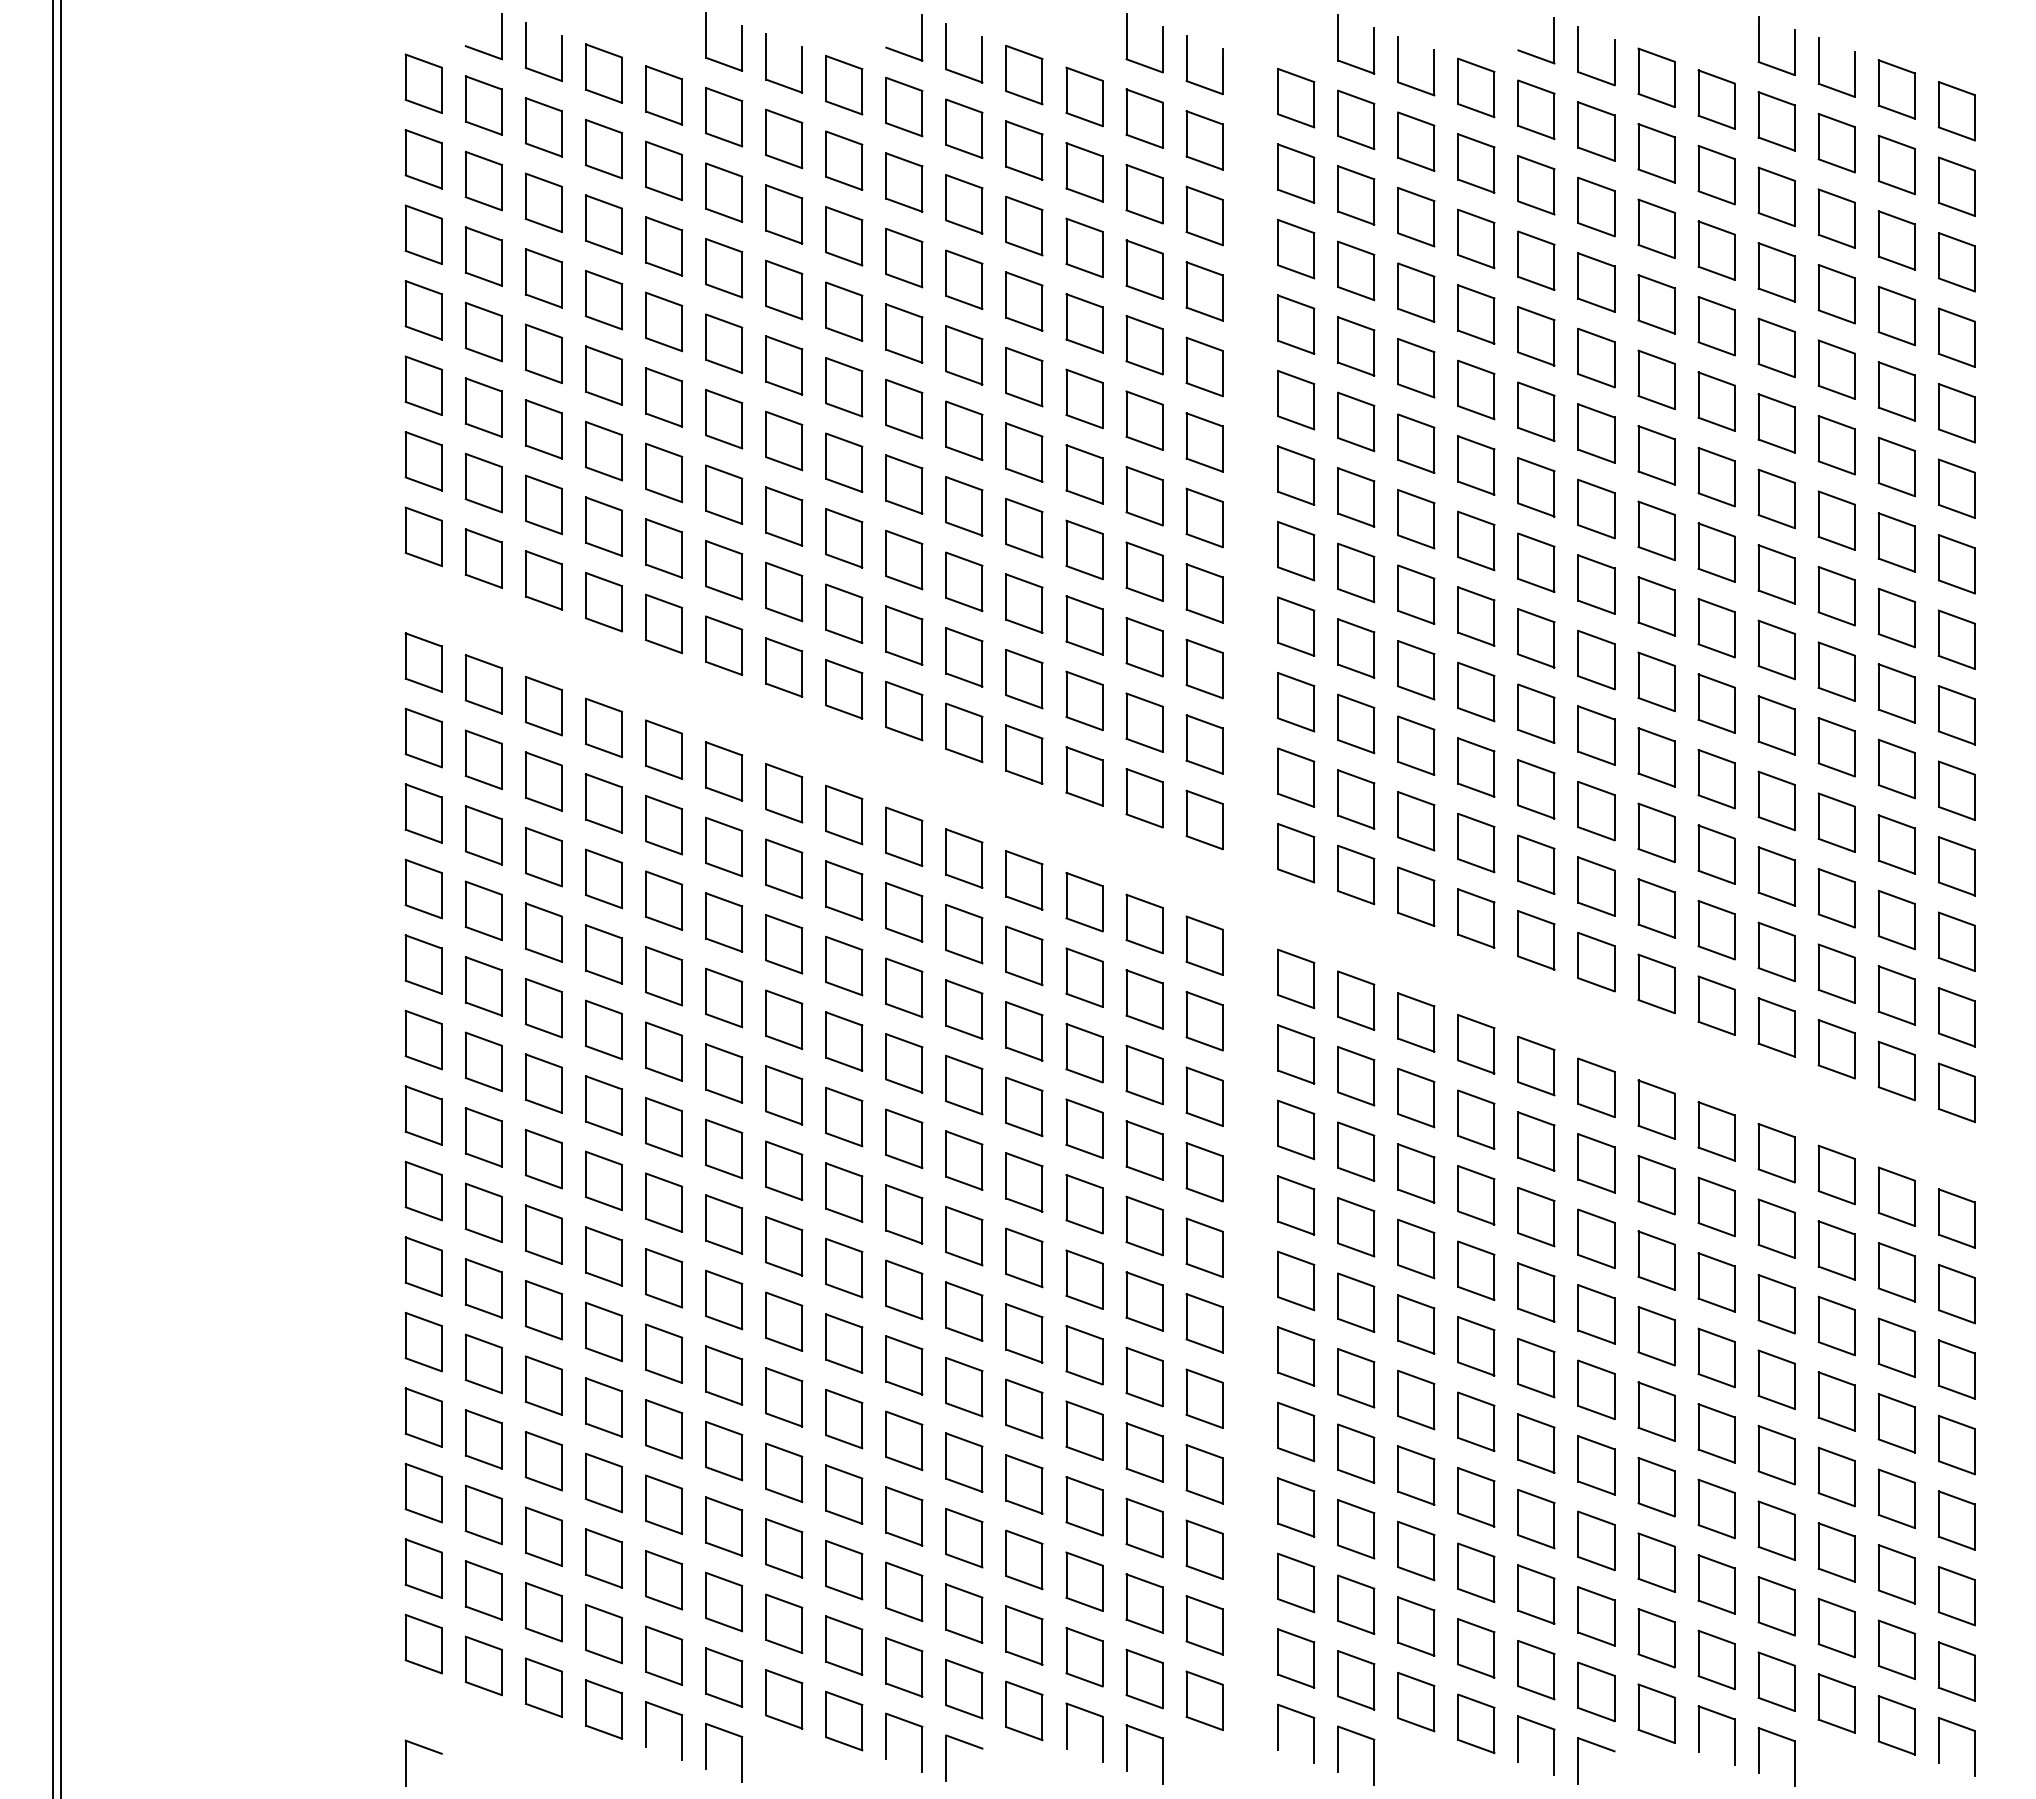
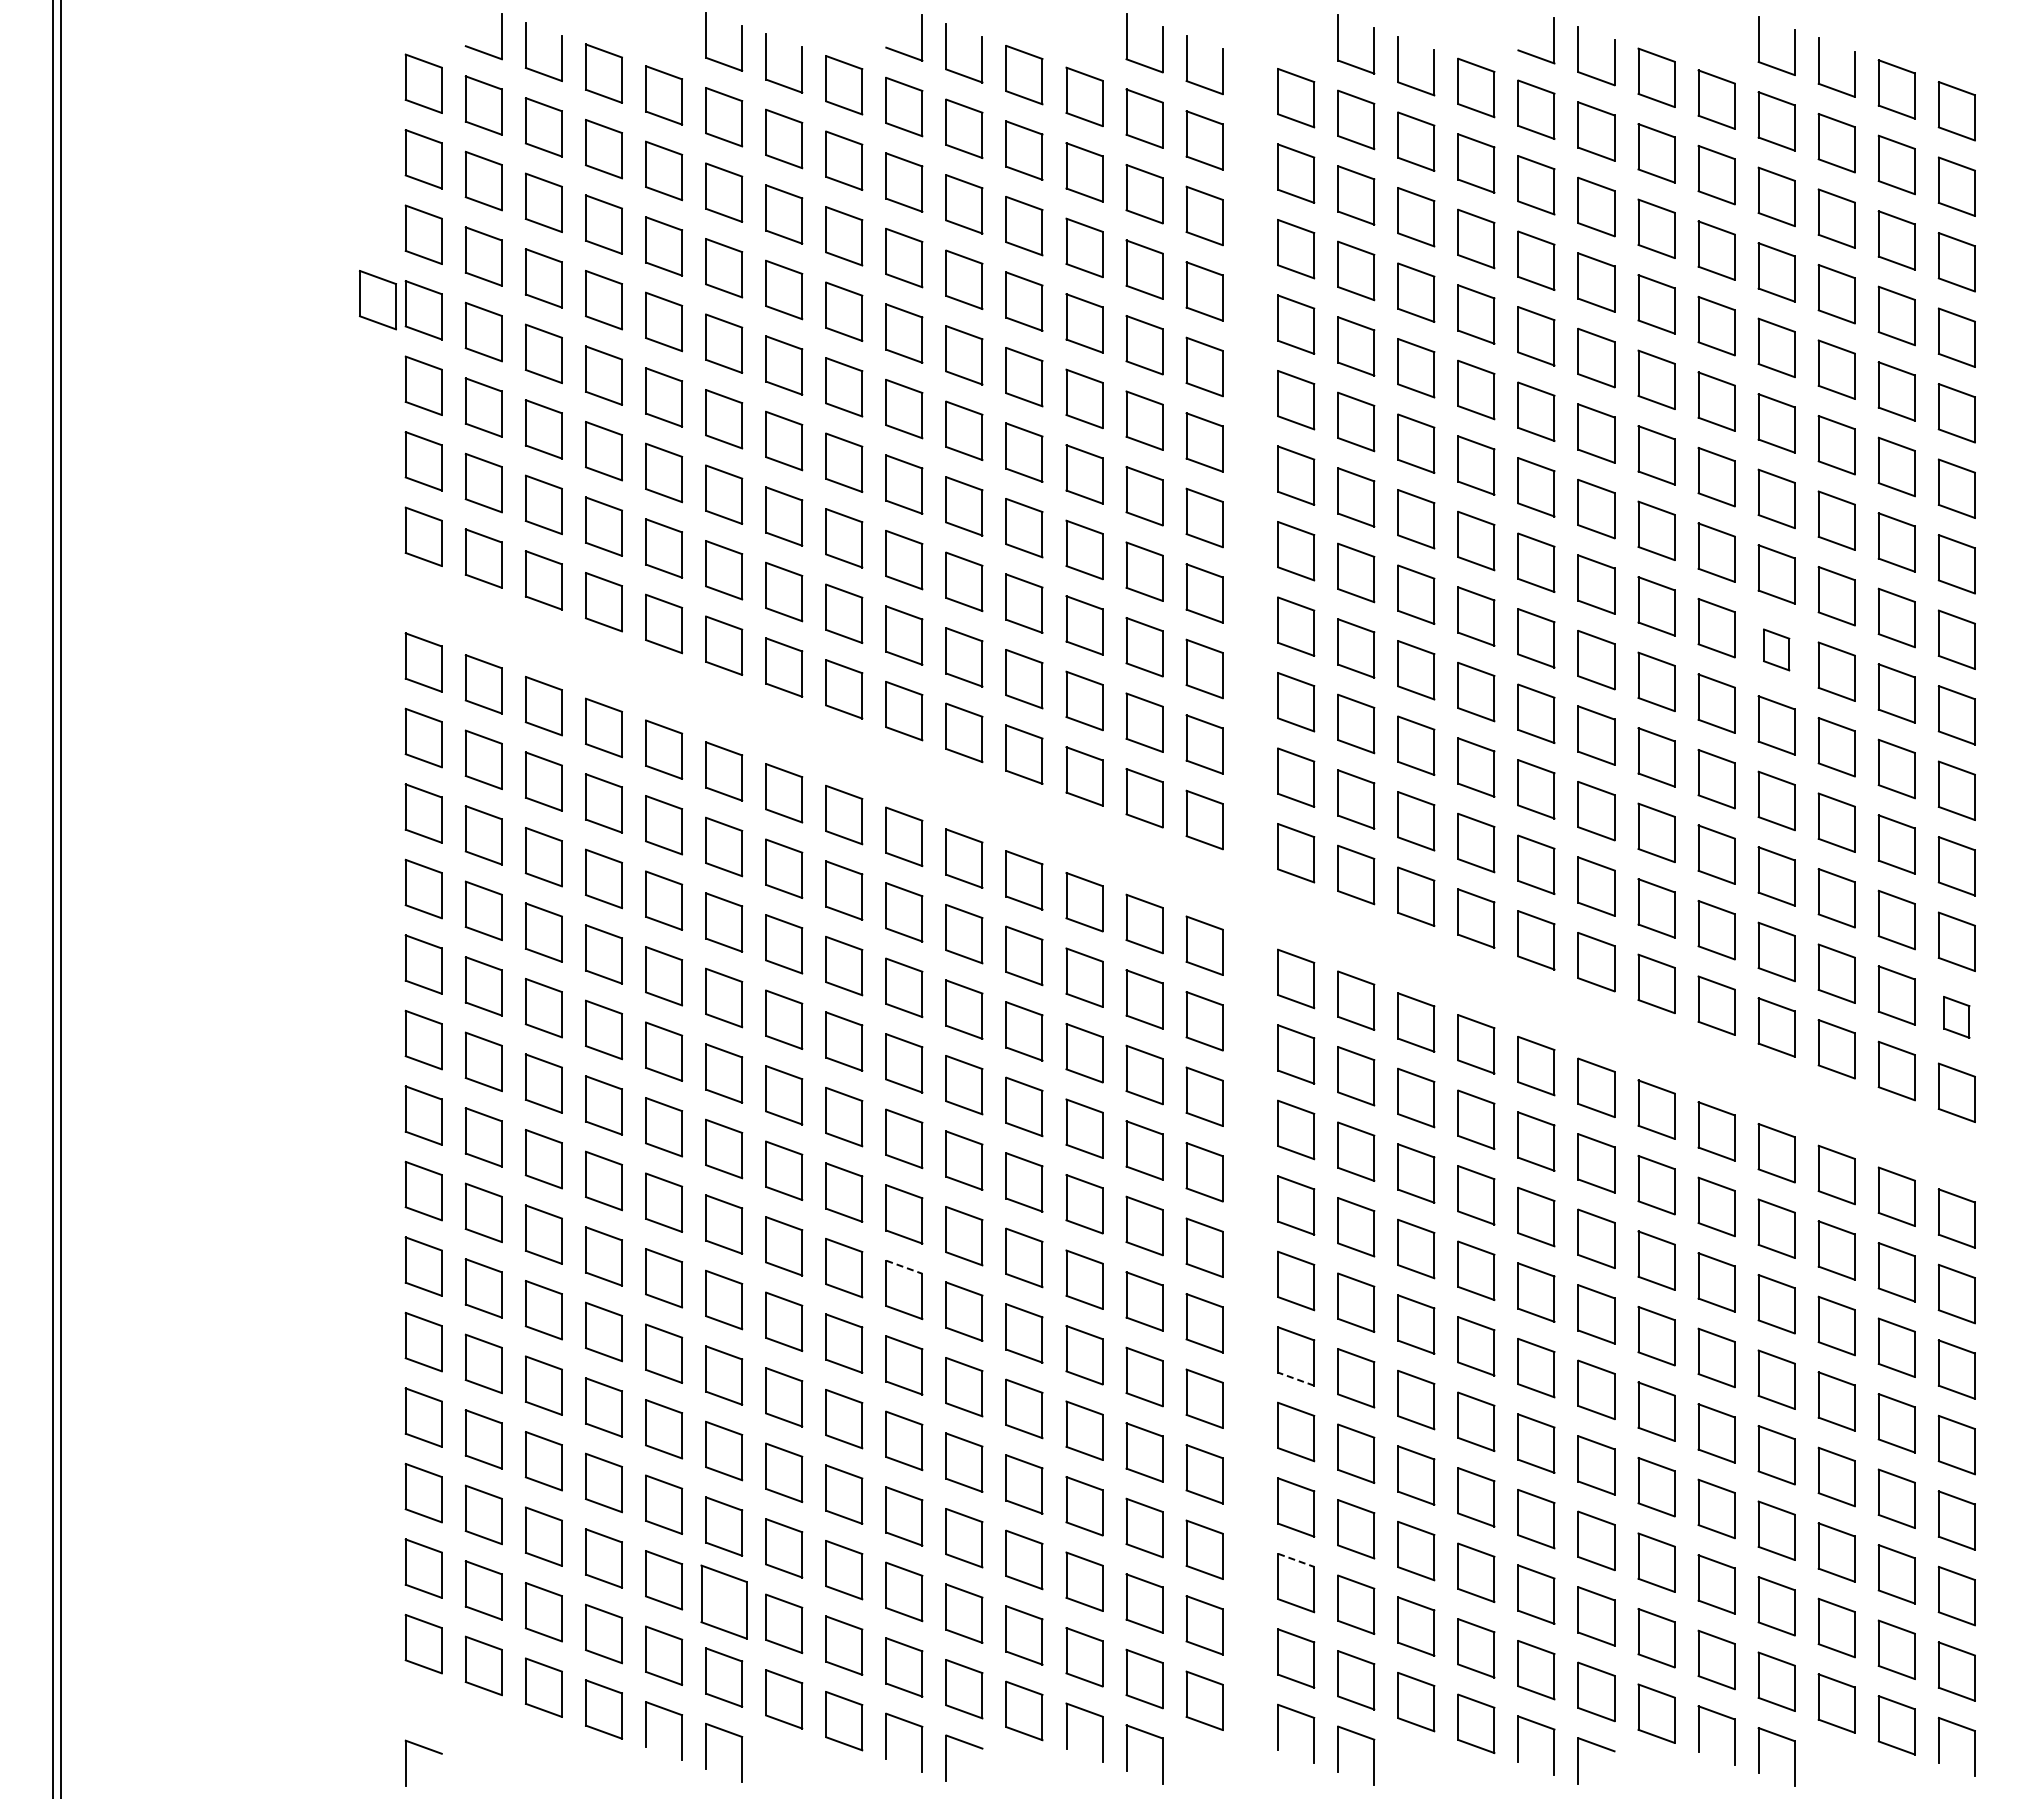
part at (377, 300): none -> present
part at (1776, 649) size: 39x62 px -> 28x44 px
part at (1956, 1017) size: 39x61 px -> 28x43 px
line at (904, 1267): solid -> dashed
line at (1295, 1378): solid -> dashed
line at (1296, 1560): solid -> dashed
part at (724, 1601) size: 39x62 px -> 48x76 px
